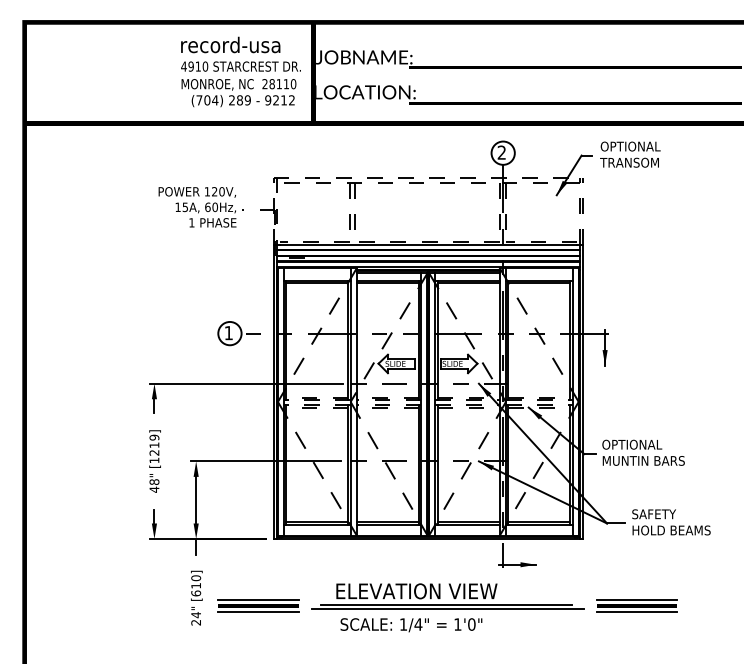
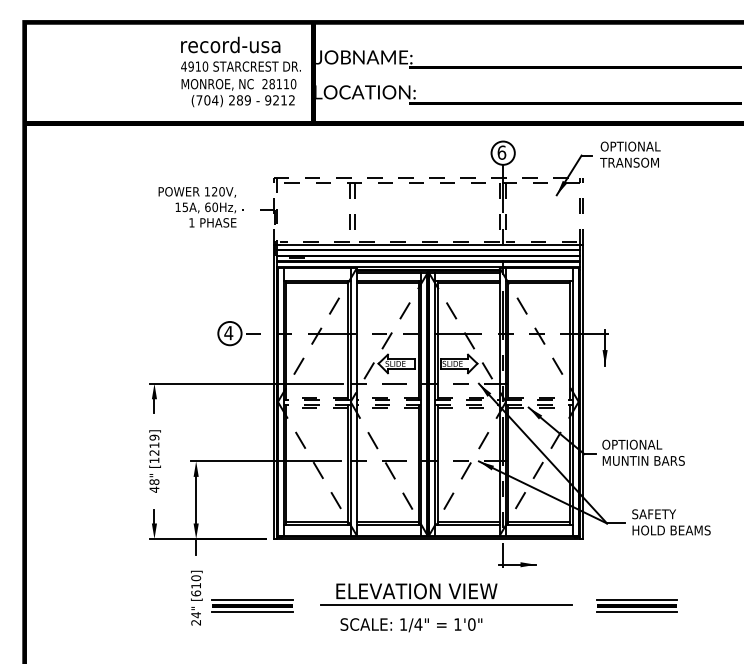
text at (501, 152): 2 -> 6
text at (228, 333): 1 -> 4
part at (258, 605) position: (258, 605) -> (252, 605)
line at (447, 609): present -> none
